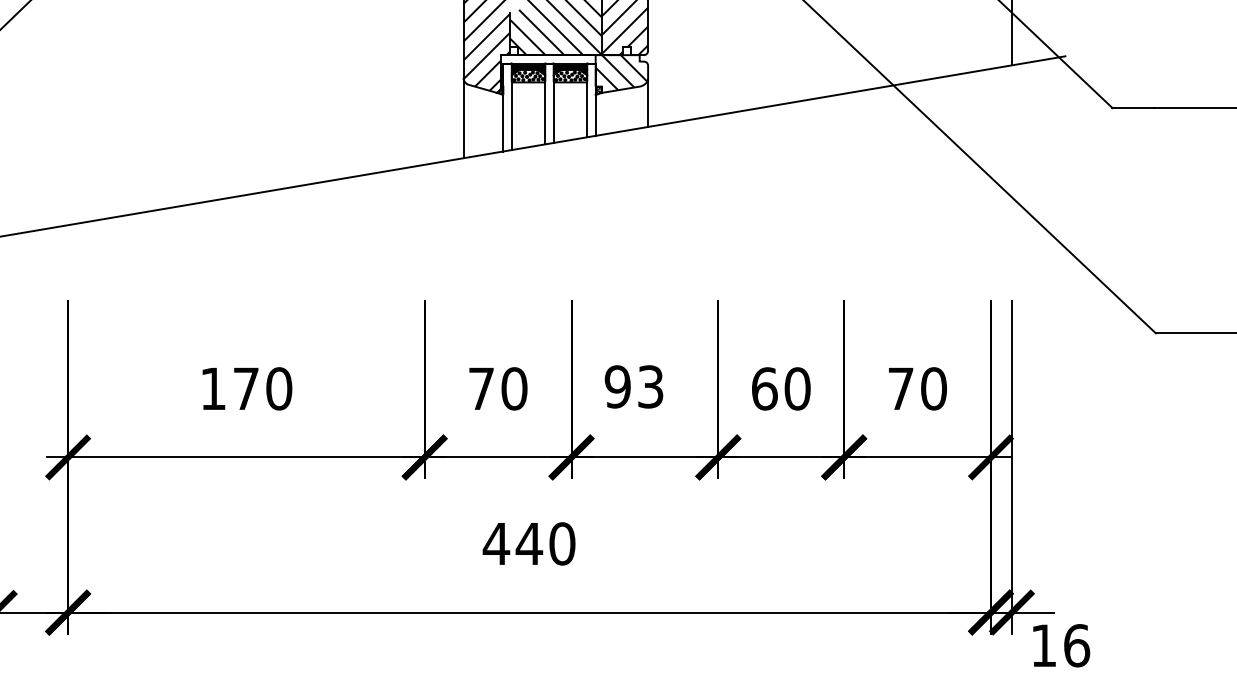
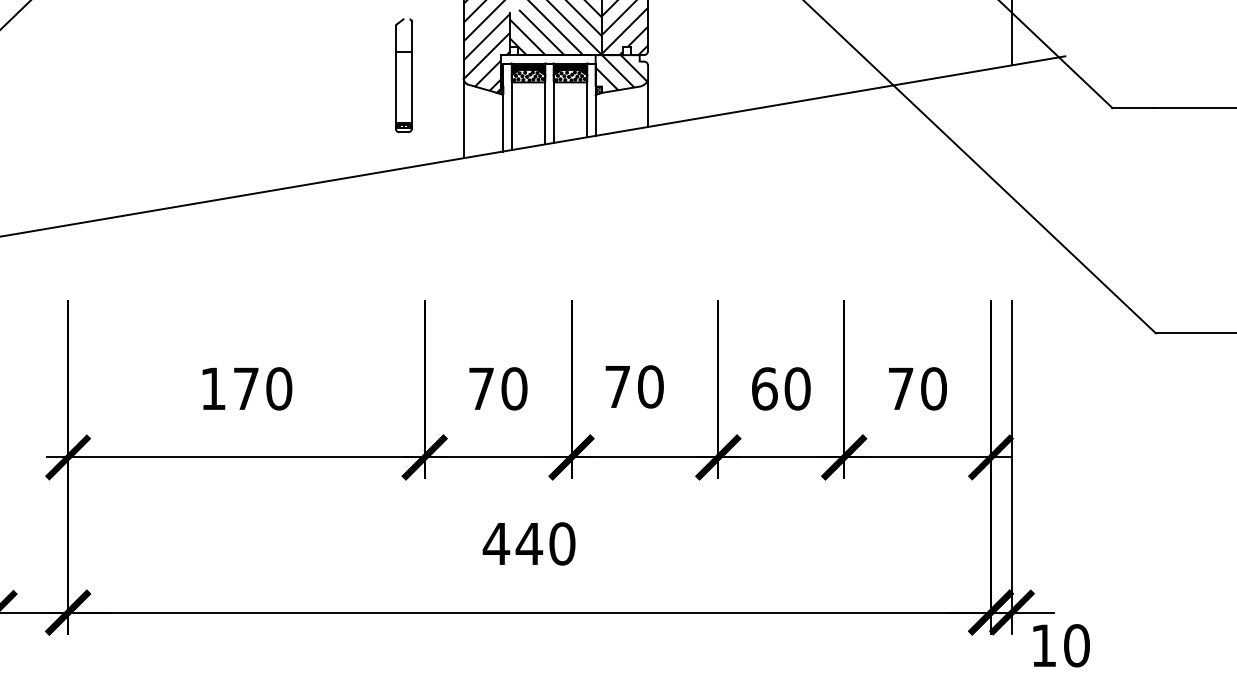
part at (403, 75): none -> present
text at (633, 386): 93 -> 70
text at (1077, 645): 16 -> 10
